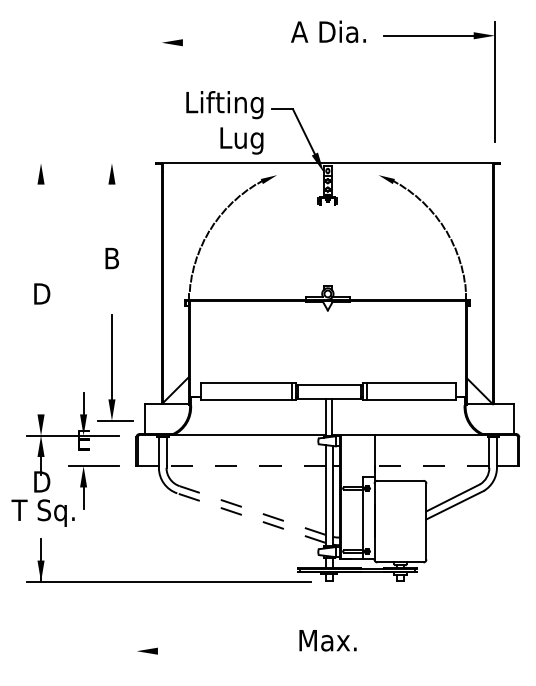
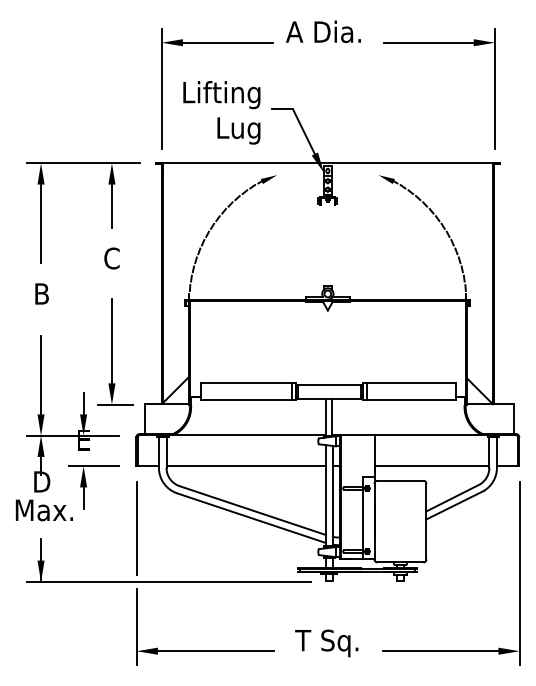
text at (328, 31) position: (328, 31) -> (323, 31)
part at (439, 36) position: (439, 36) -> (439, 43)
line at (227, 42): none -> present
line at (161, 88): none -> present
text at (224, 122) position: (224, 122) -> (221, 112)
line at (83, 163): none -> present
line at (111, 206): none -> present
line at (41, 223): none -> present
text at (111, 258): B -> C
text at (42, 293): D -> B
part at (115, 367) position: (115, 367) -> (115, 351)
line at (41, 374): none -> present
line at (246, 466): dashed -> solid
line at (431, 466): dashed -> solid
line at (252, 510): dashed -> solid
text at (42, 512): T Sq. -> Max.
line at (251, 518): dashed -> solid
line at (136, 527): none -> present
part at (519, 573): none -> present
line at (136, 626): none -> present
text at (326, 643): Max. -> T Sq.
line at (215, 651): none -> present
